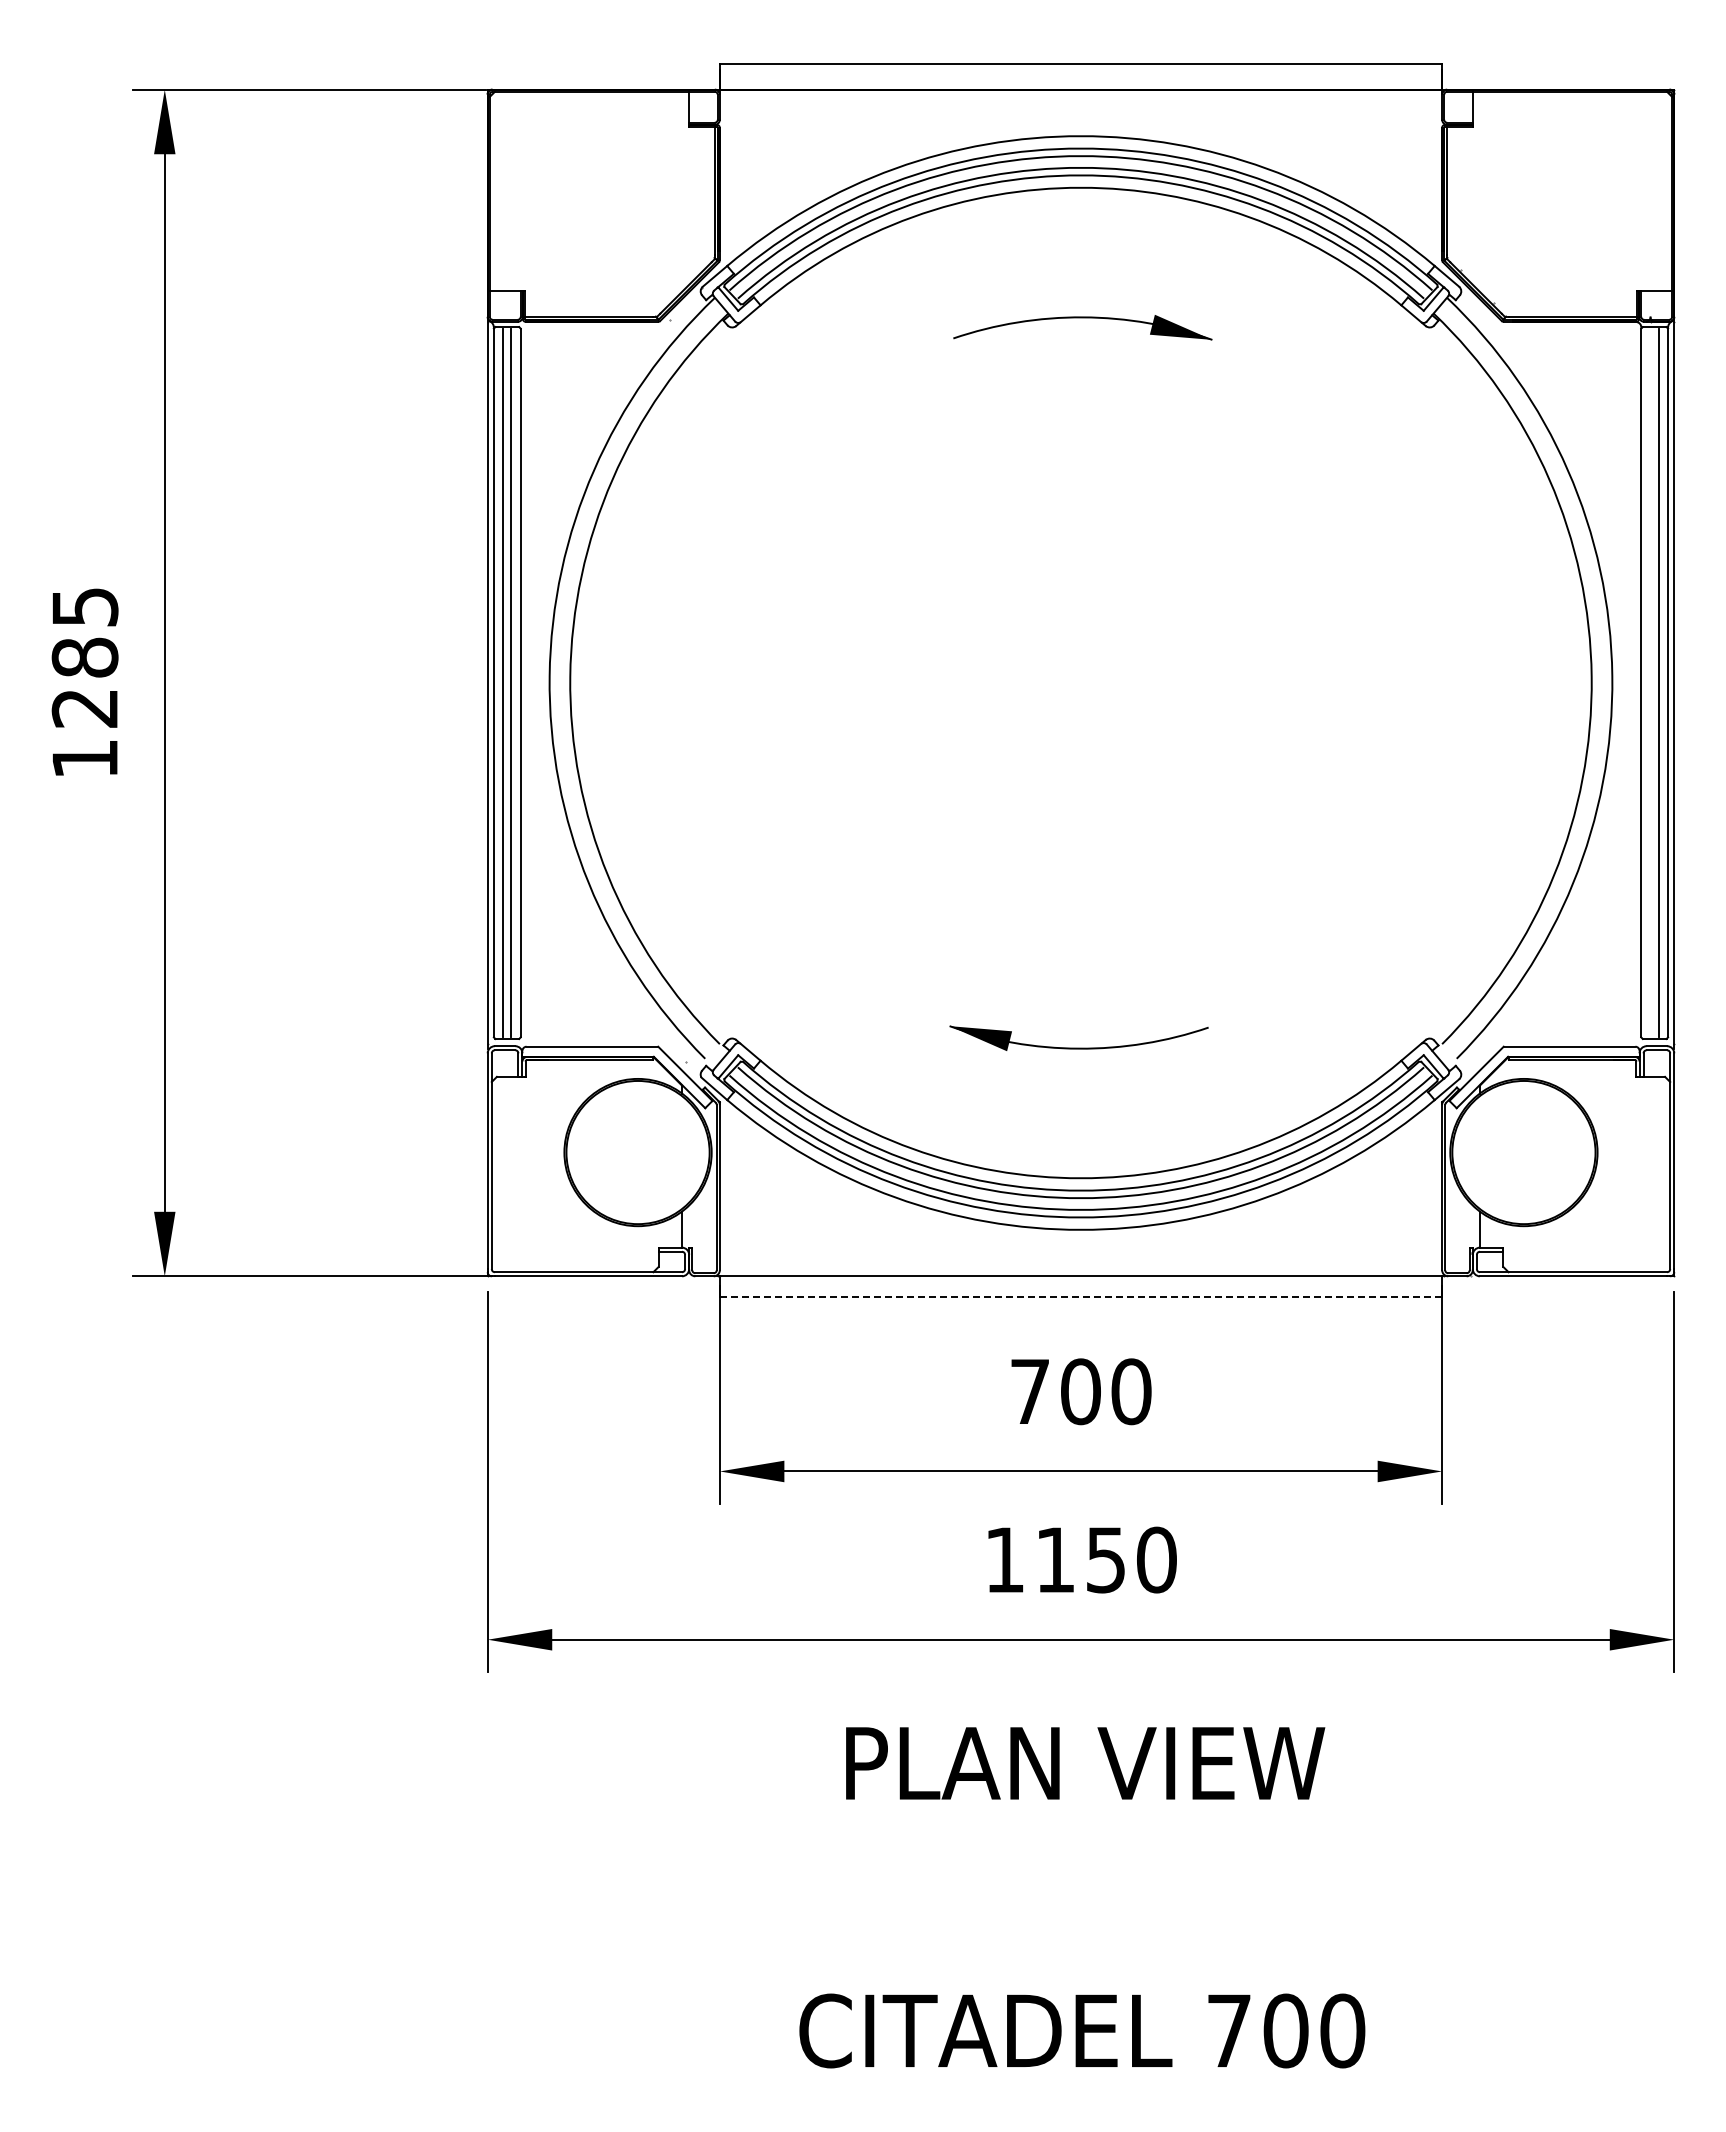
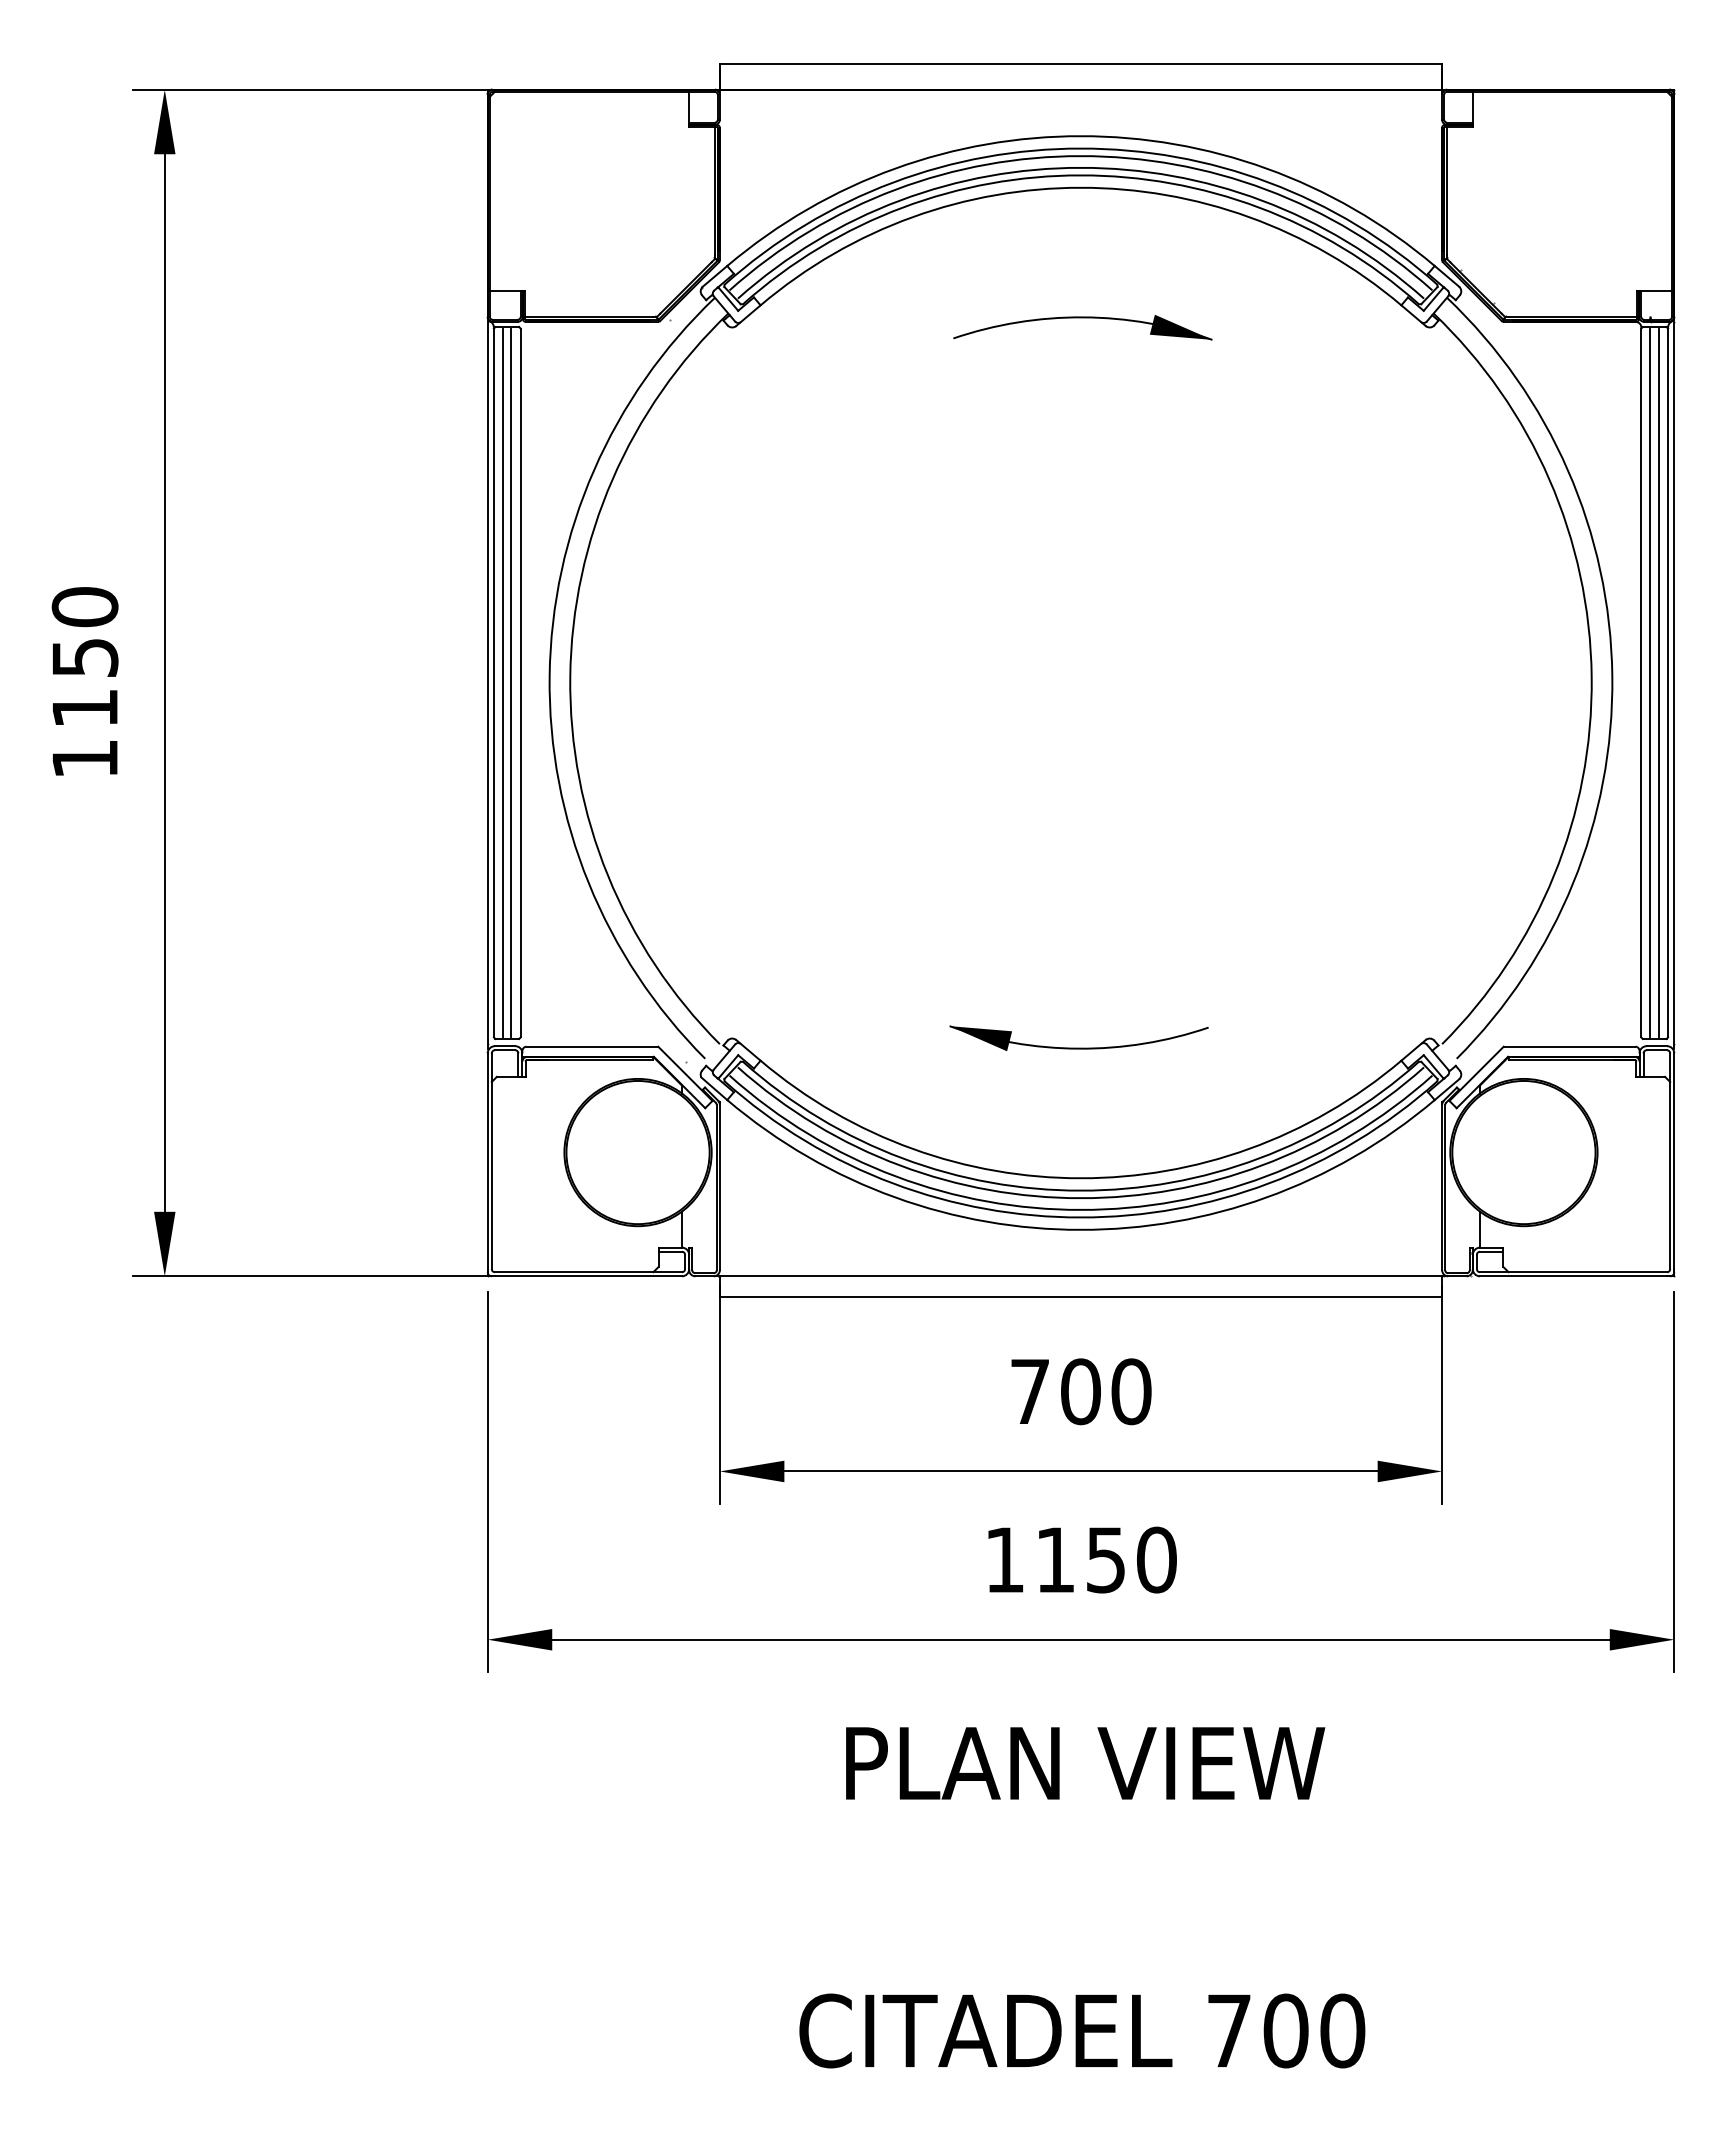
text at (84, 657): 1285 -> 1150
line at (1650, 682): none -> present
line at (1081, 1296): dashed -> solid
